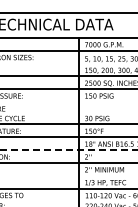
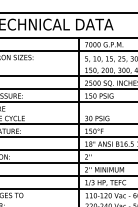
line at (68, 101): none -> present
line at (68, 150): dashed -> solid
line at (68, 175): none -> present
